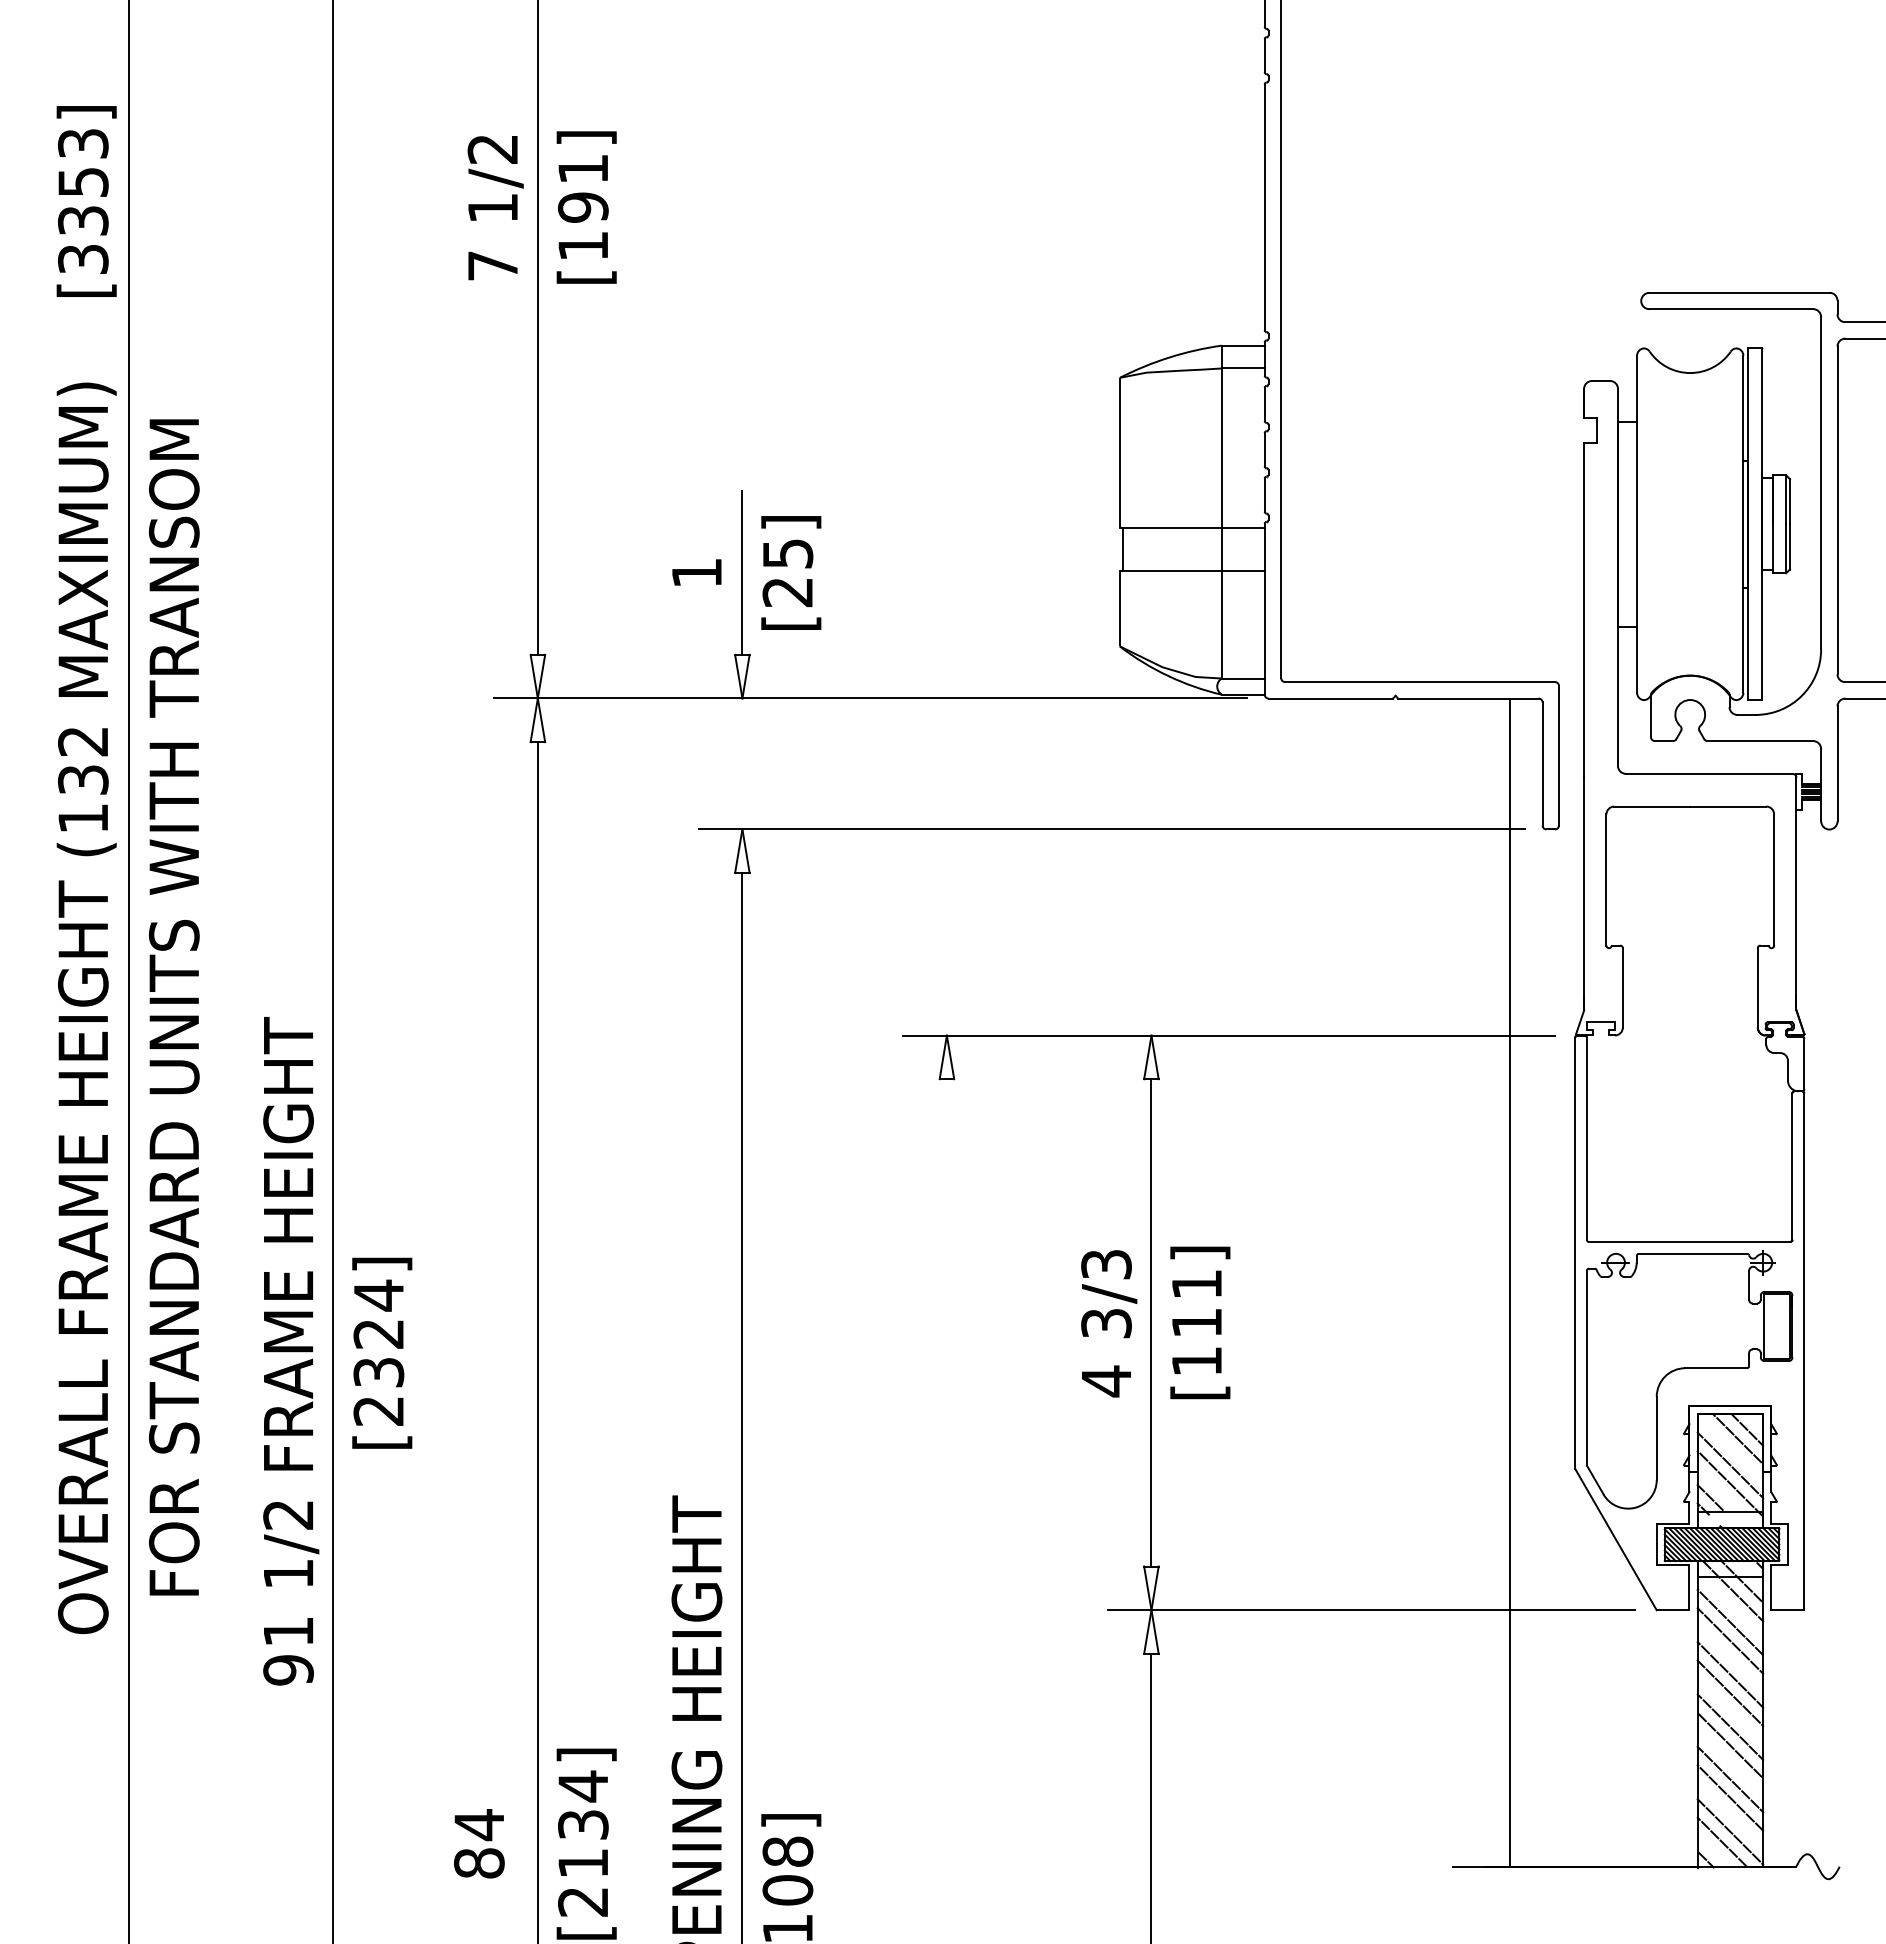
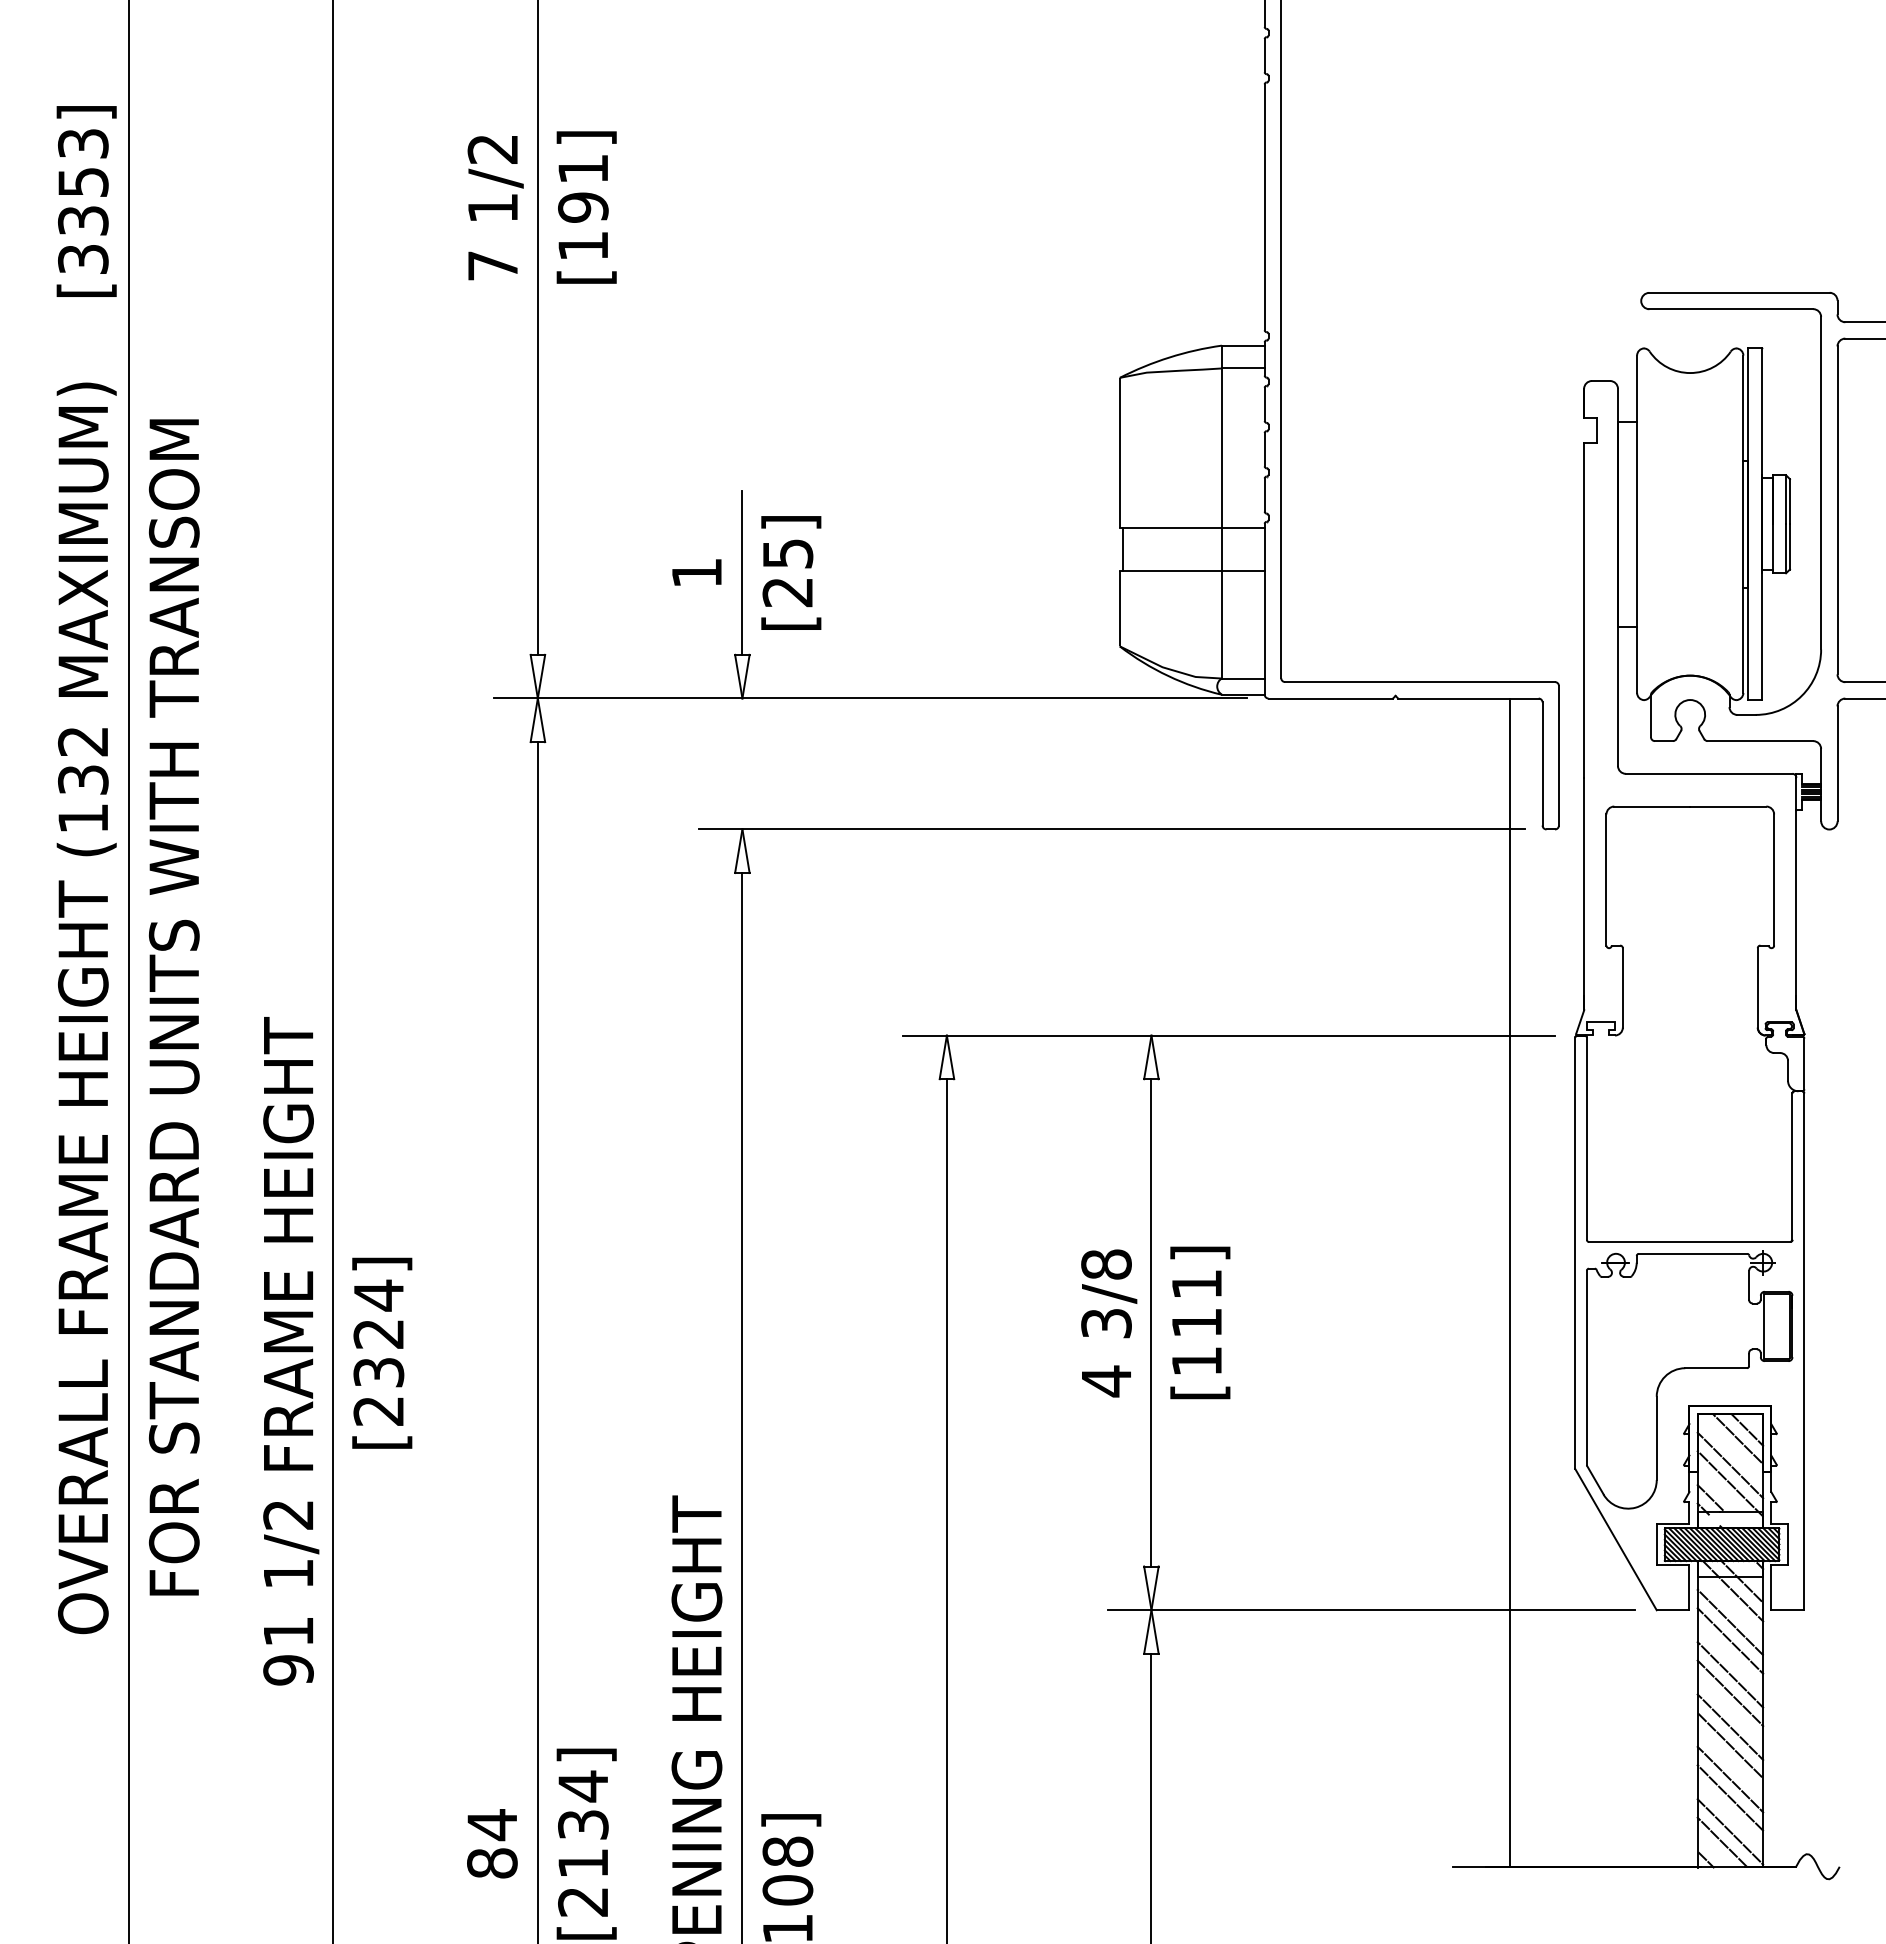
text at (1106, 1264): 3/3 -> 3/8
line at (946, 1509): none -> present
text at (479, 1843) position: (479, 1843) -> (492, 1843)
